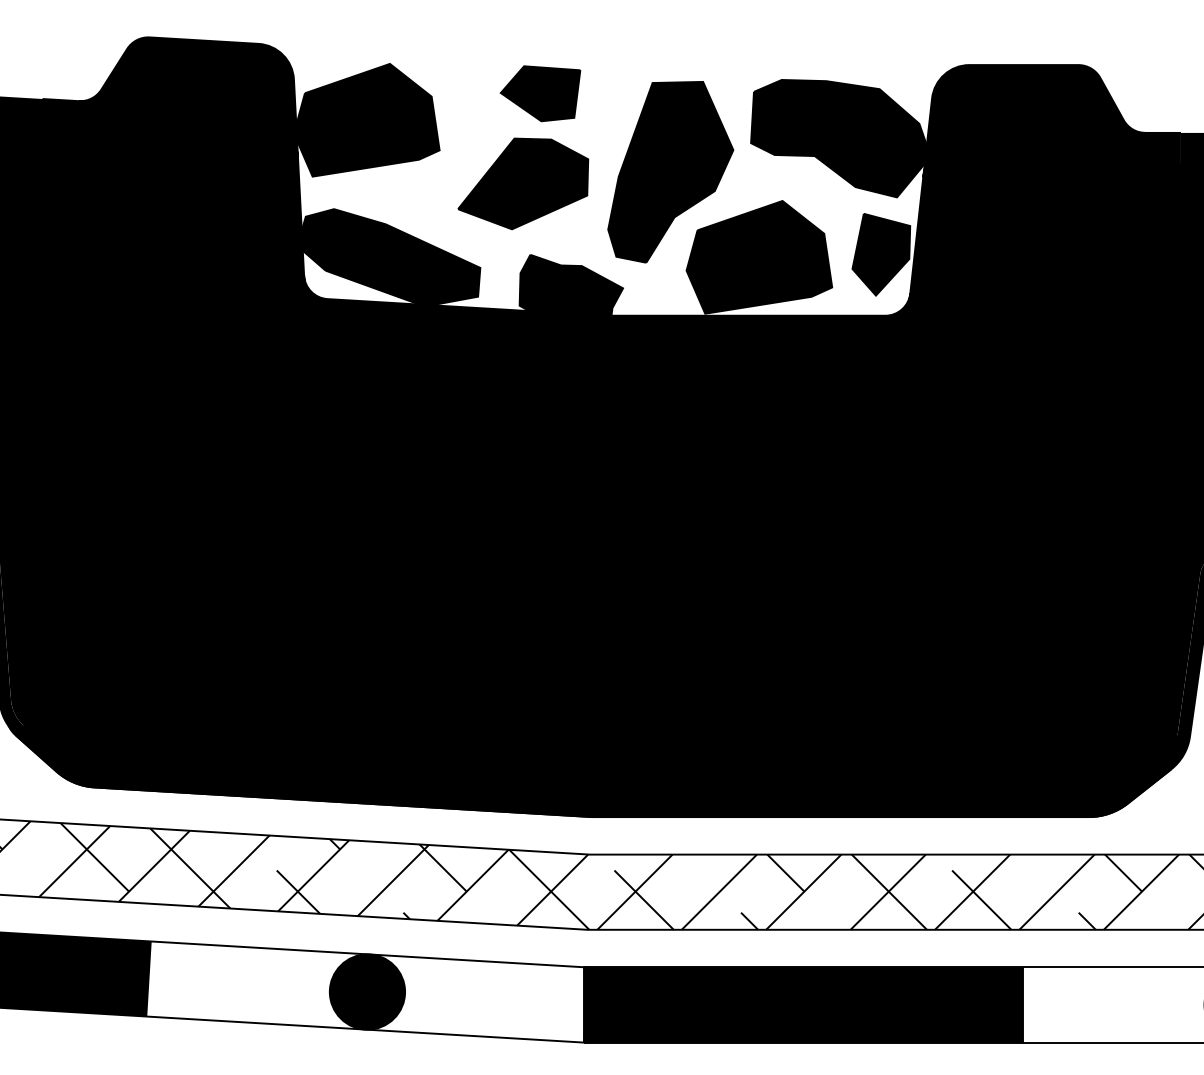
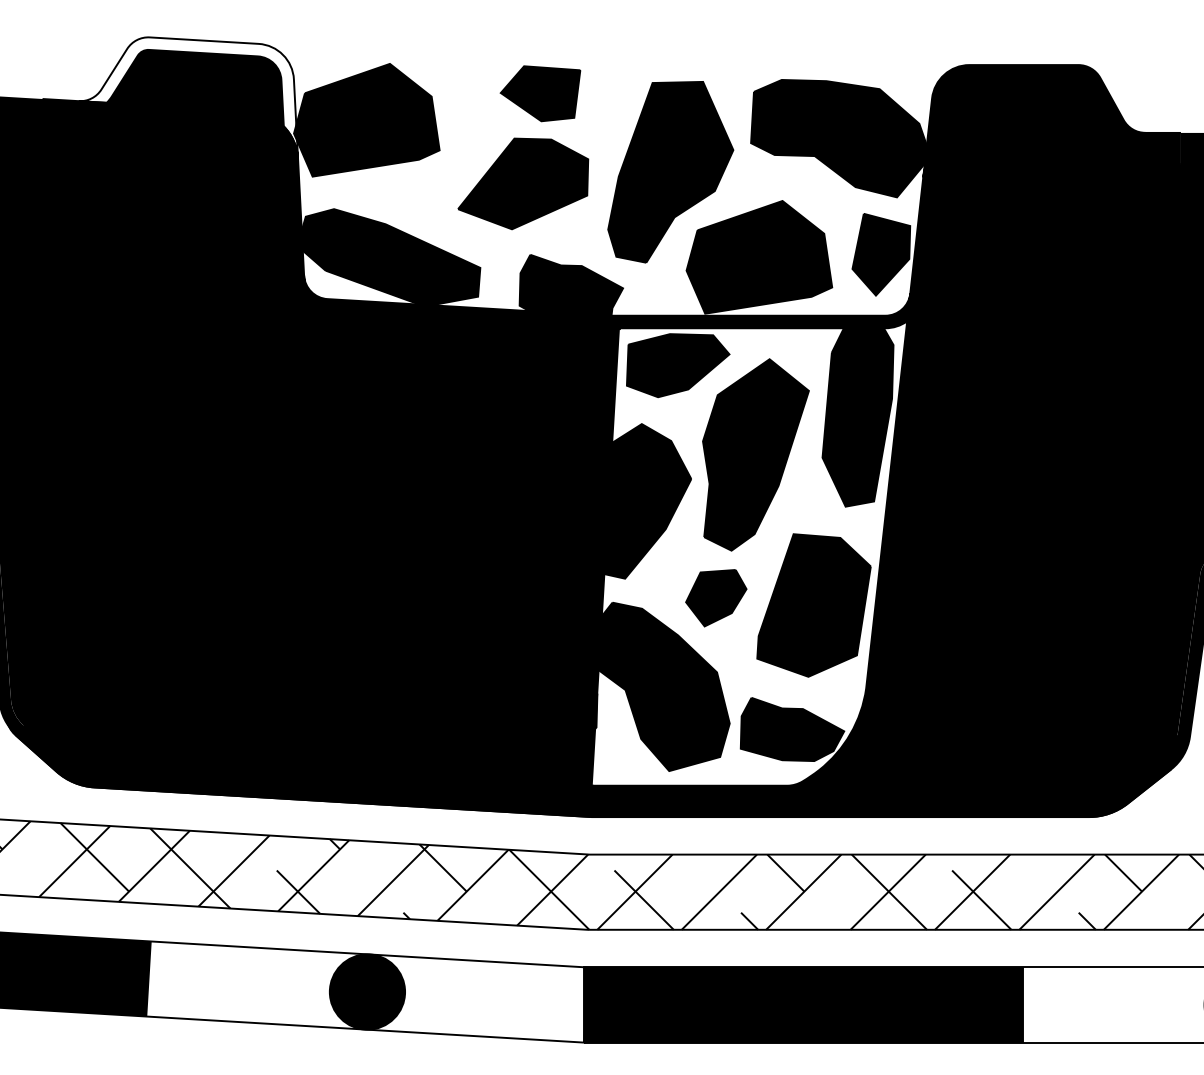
fill at (188, 97): present -> none
fill at (749, 553): present -> none
